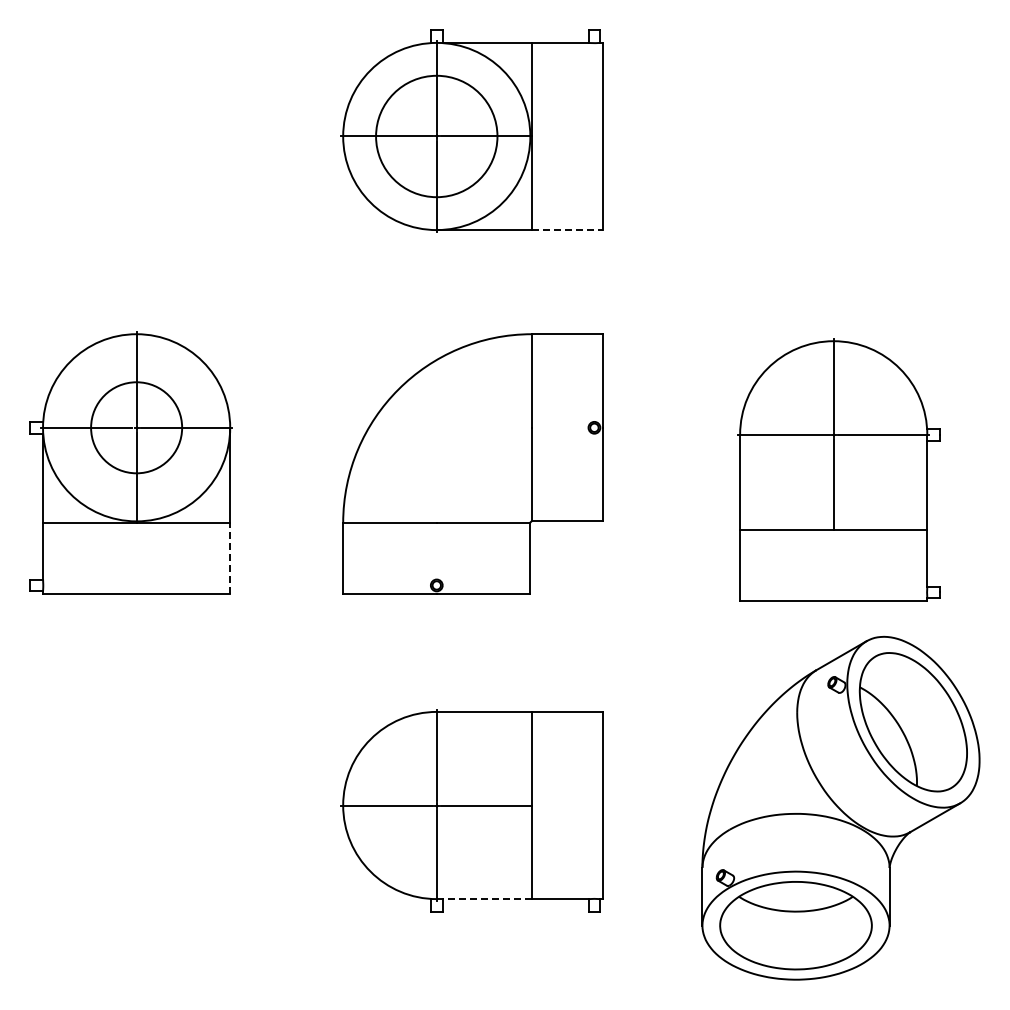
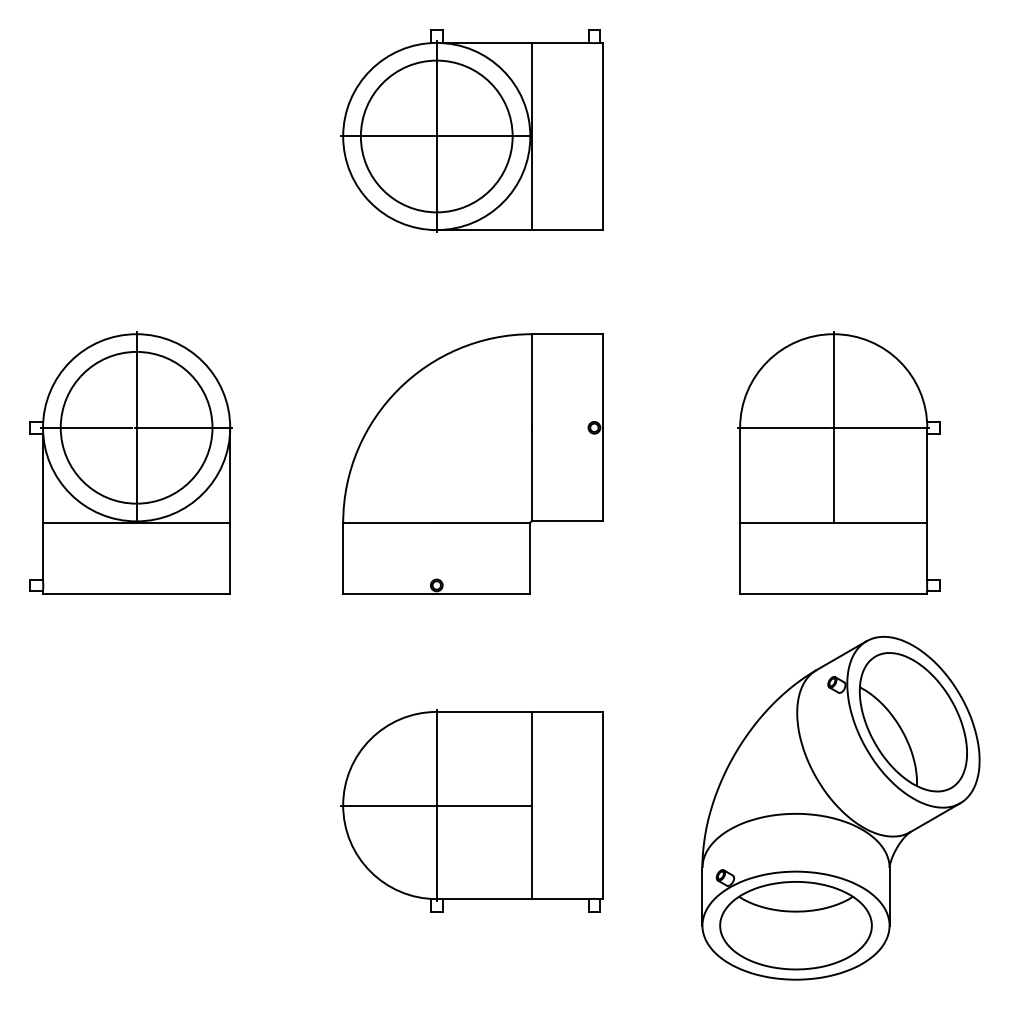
circle at (436, 136) diameter: 121 px -> 152 px
line at (567, 230): dashed -> solid
circle at (136, 427) diameter: 91 px -> 152 px
part at (838, 469) position: (838, 469) -> (838, 462)
line at (230, 557): dashed -> solid
line at (484, 899): dashed -> solid
